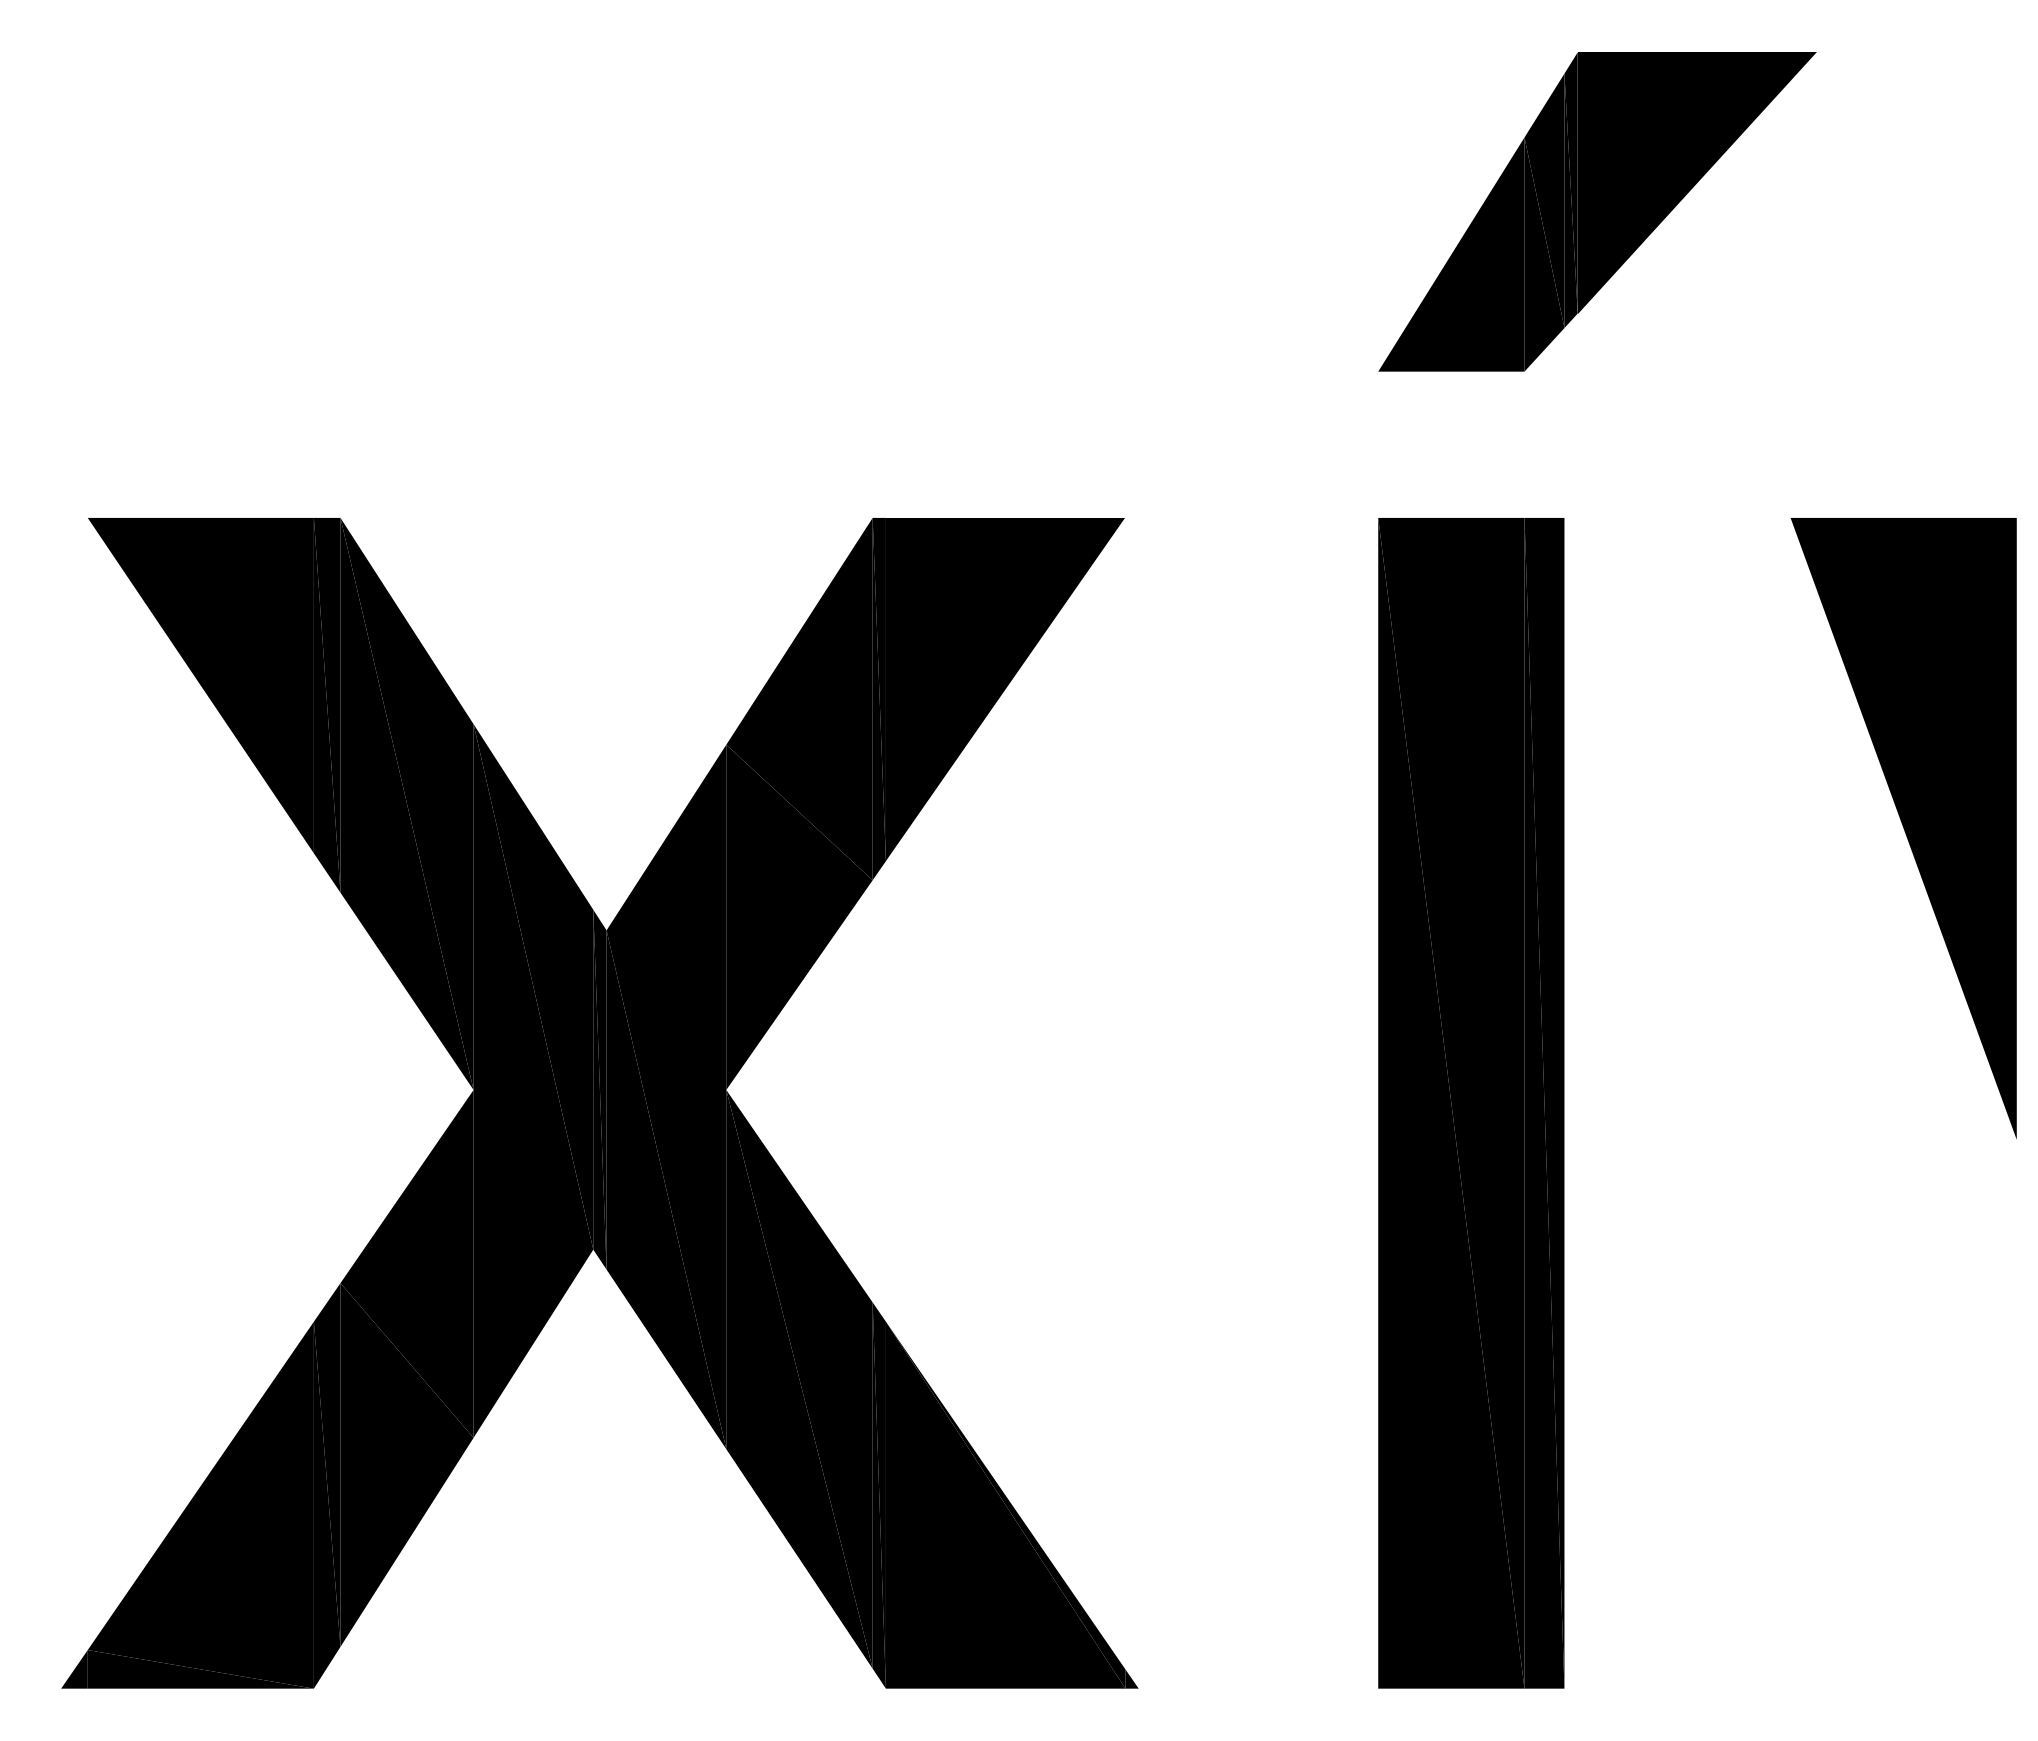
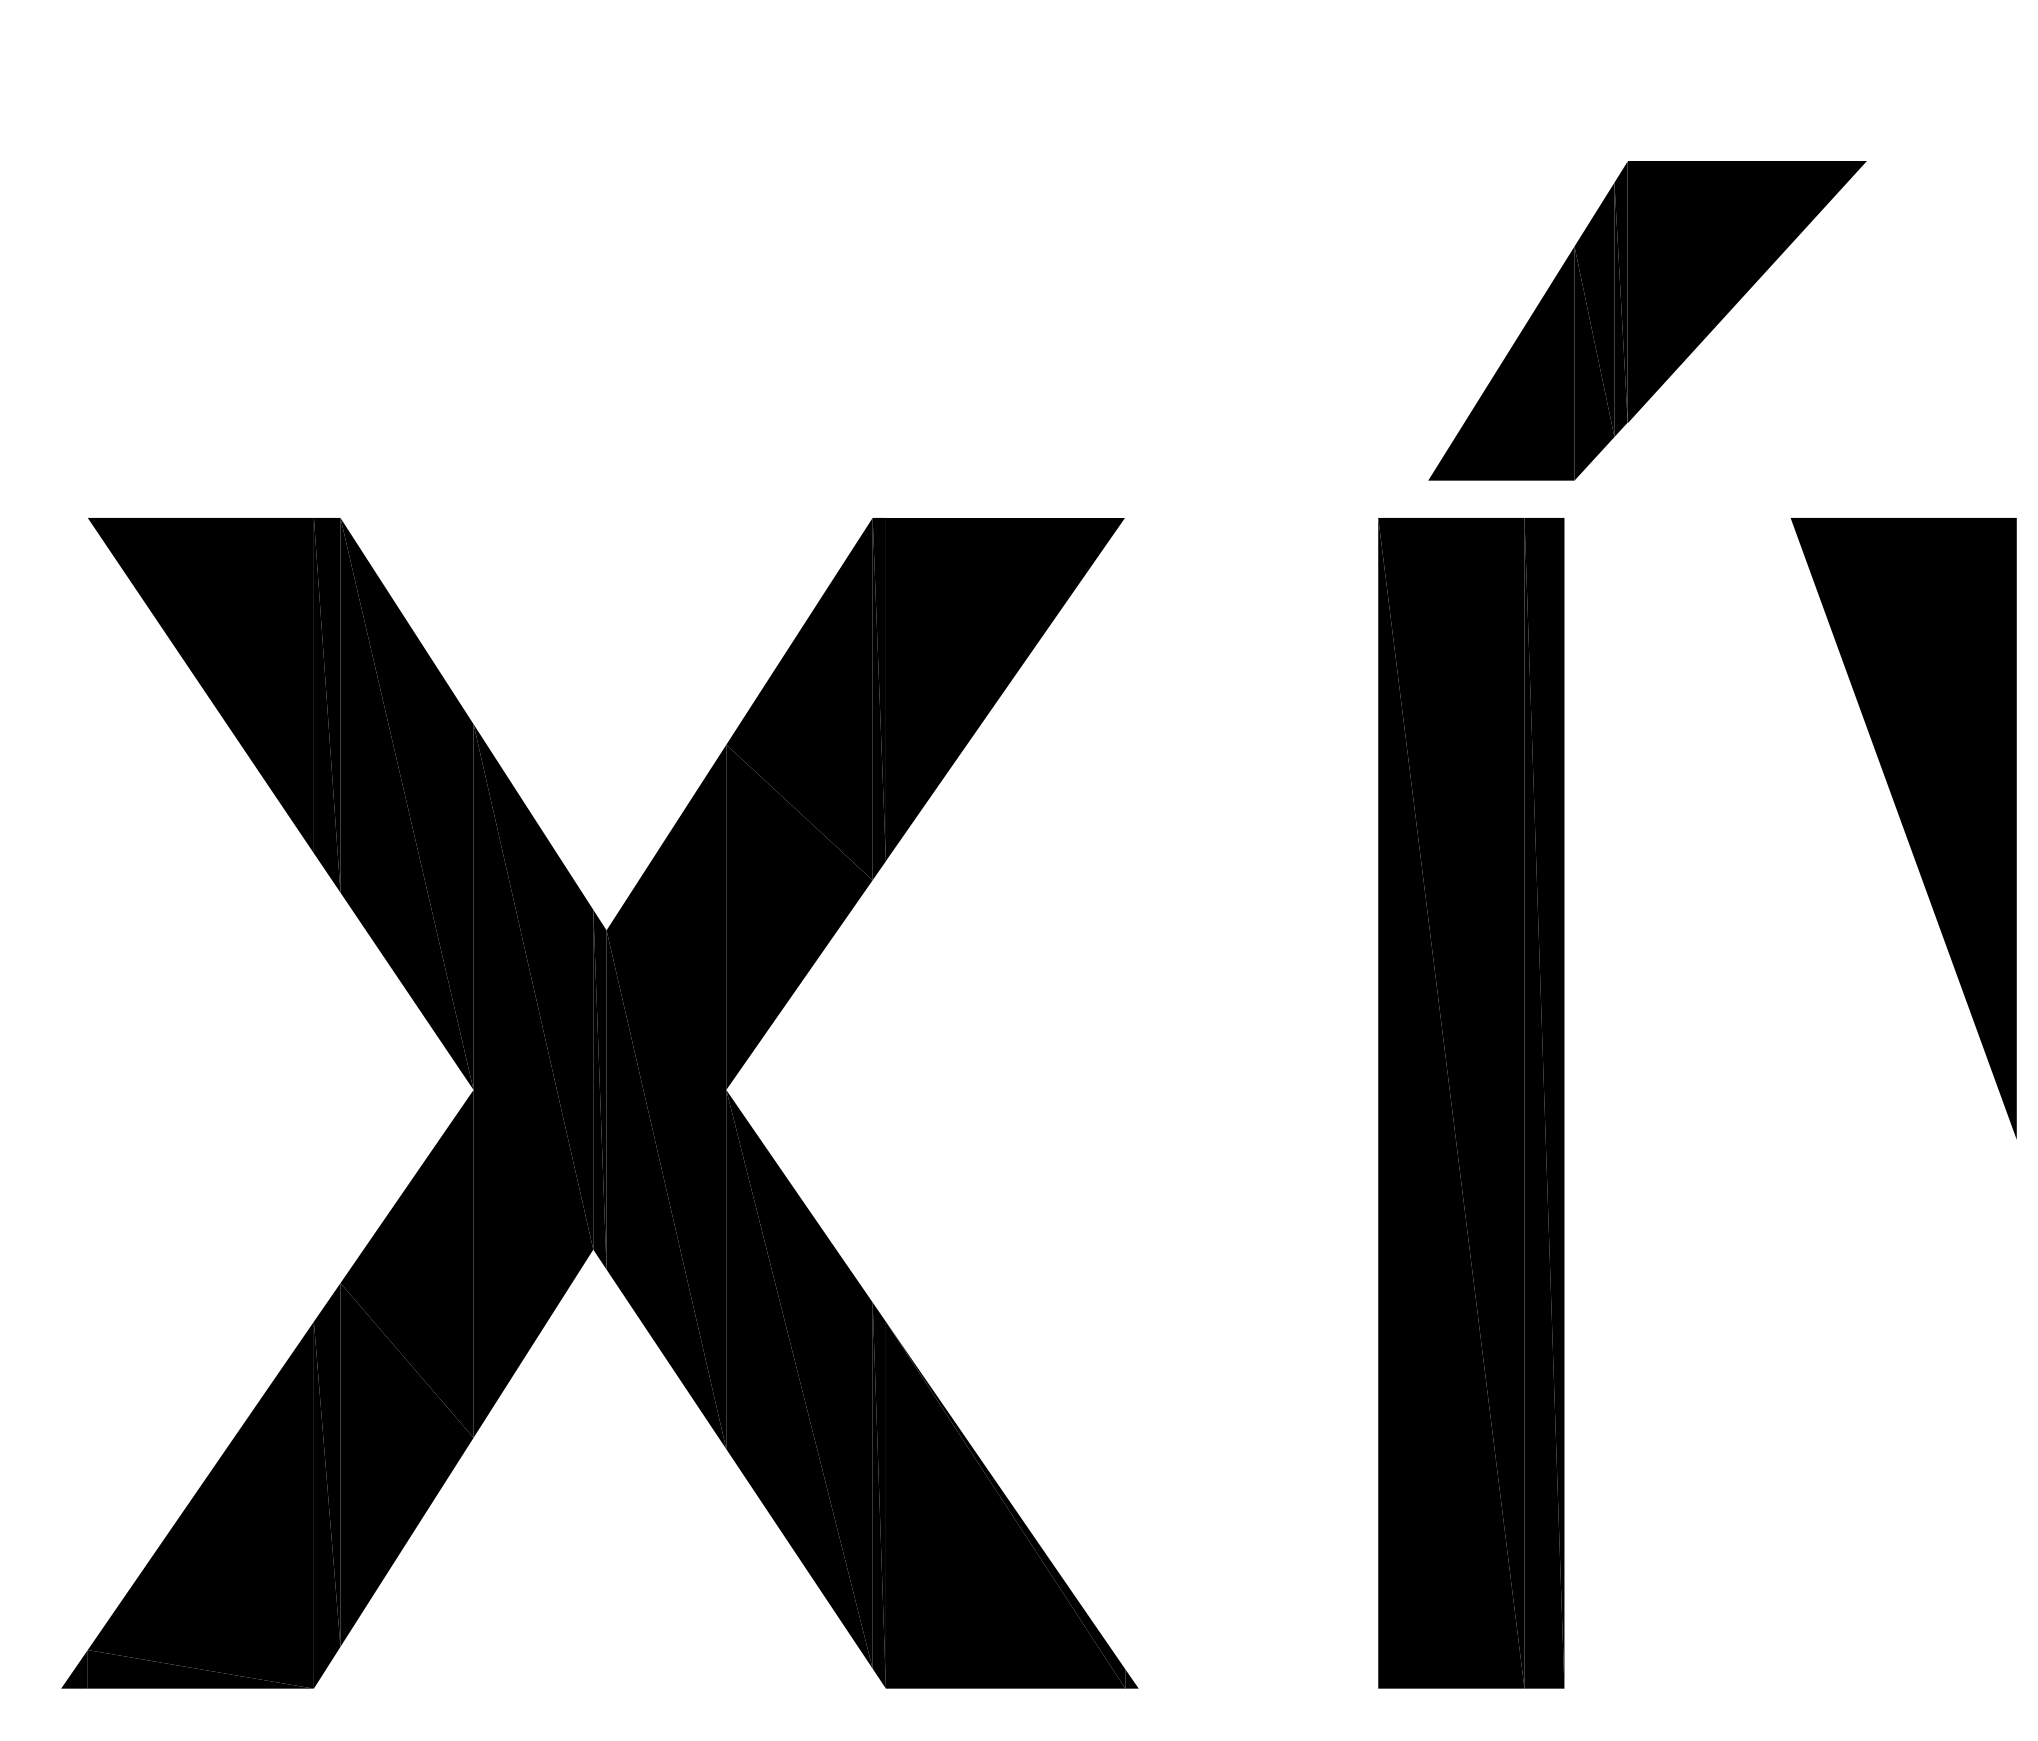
part at (1597, 211) position: (1597, 211) -> (1647, 320)
